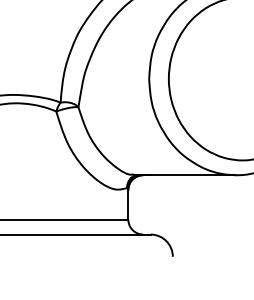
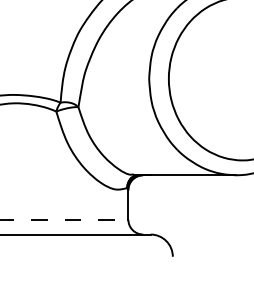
line at (64, 219): solid -> dashed
